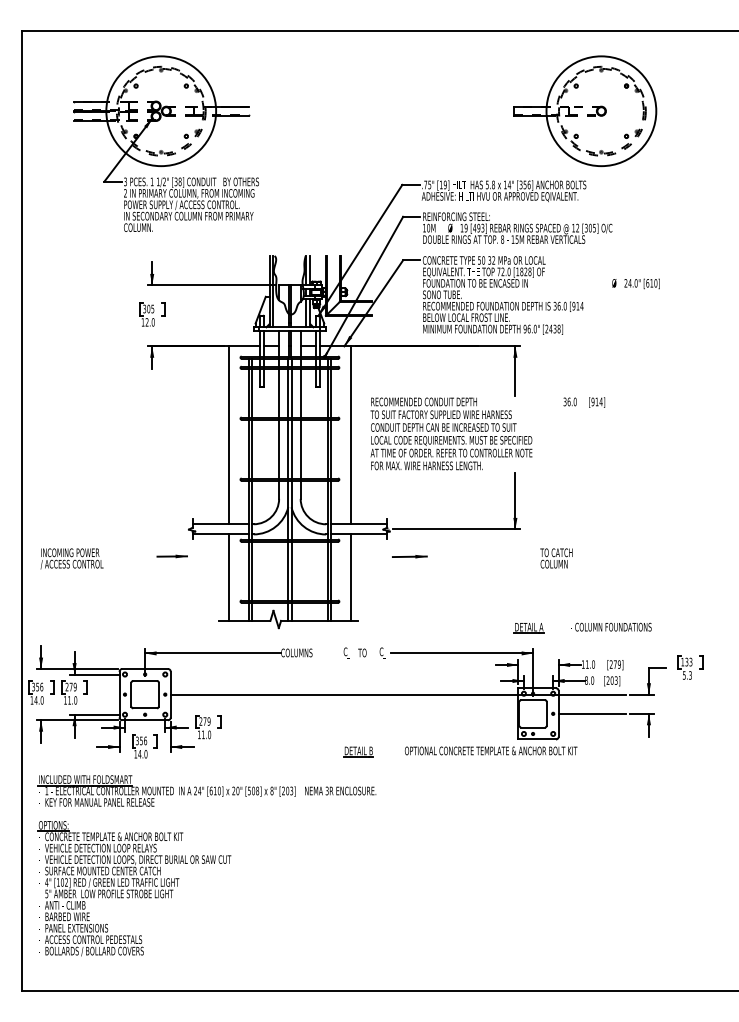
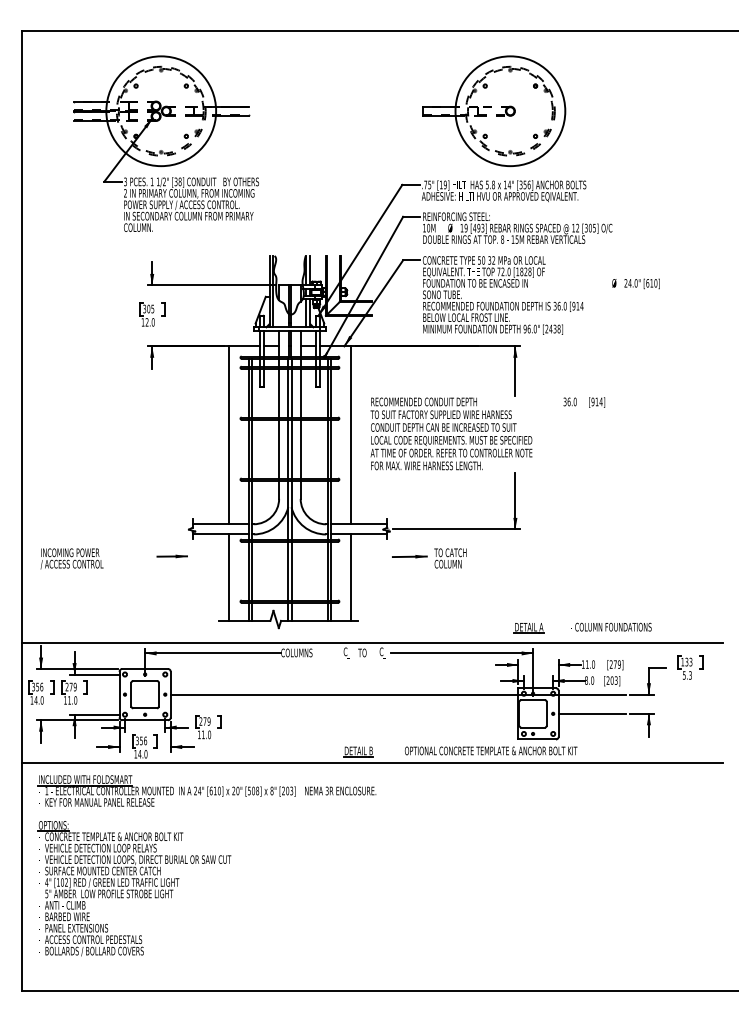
part at (585, 110) position: (585, 110) -> (494, 110)
text at (556, 558) position: (556, 558) -> (450, 558)
line at (372, 643): none -> present
line at (372, 762): none -> present
